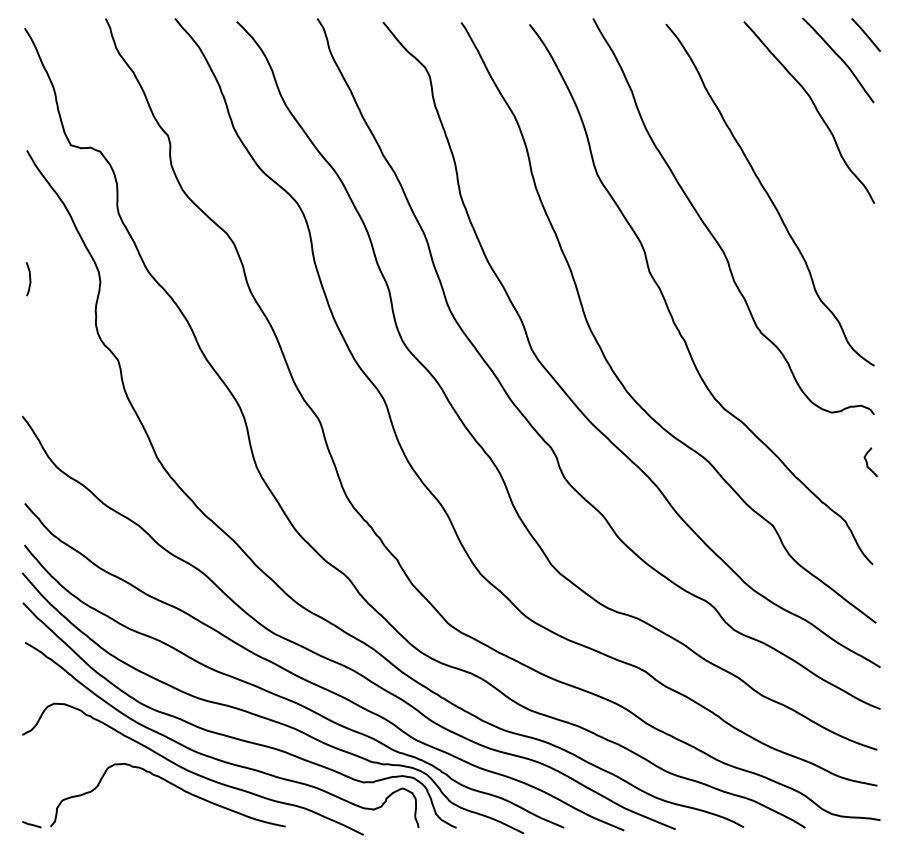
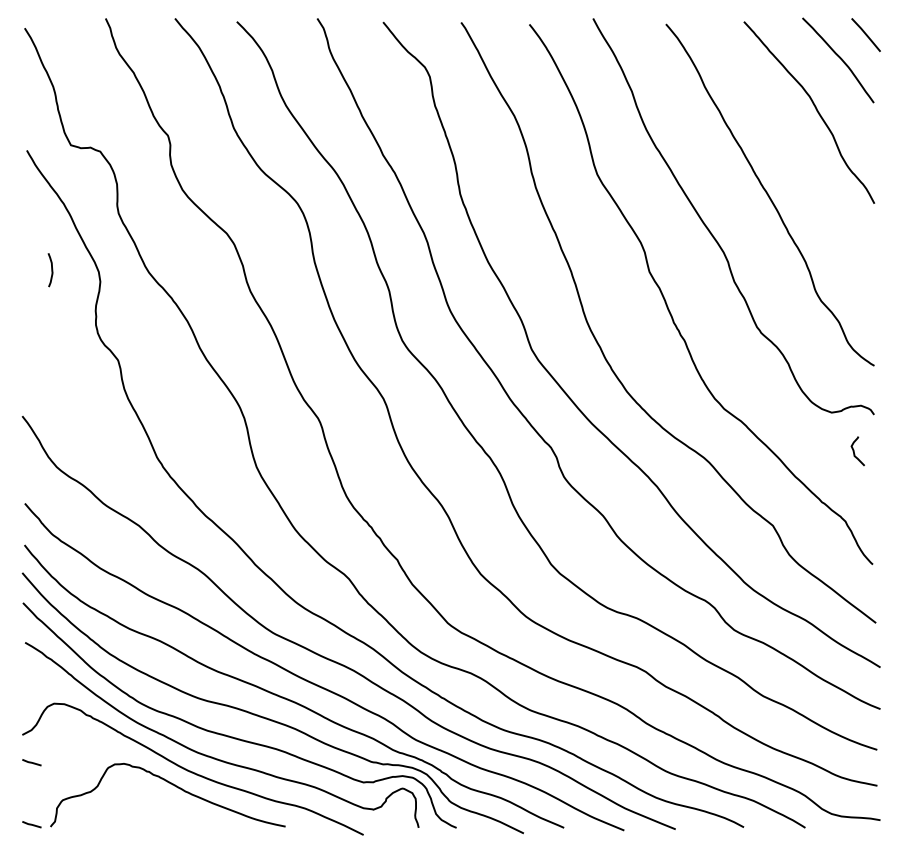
curve at (29, 279) position: (29, 279) -> (51, 270)
curve at (867, 462) position: (867, 462) -> (854, 451)
line at (31, 762): none -> present
